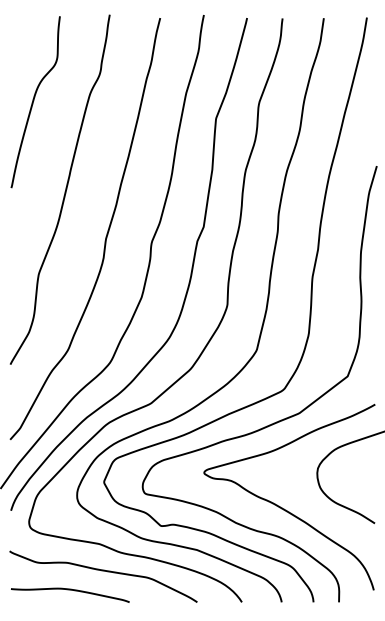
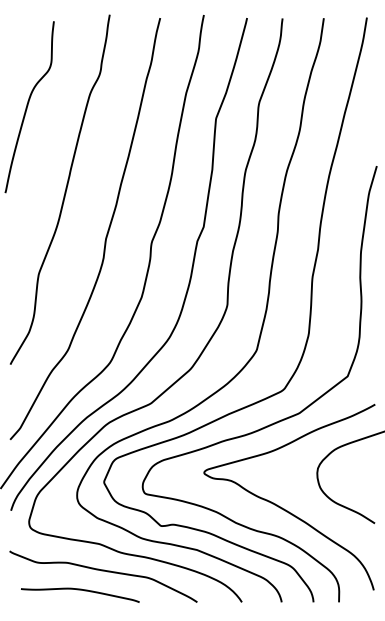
curve at (33, 102) position: (33, 102) -> (27, 107)
curve at (70, 590) position: (70, 590) -> (80, 590)
